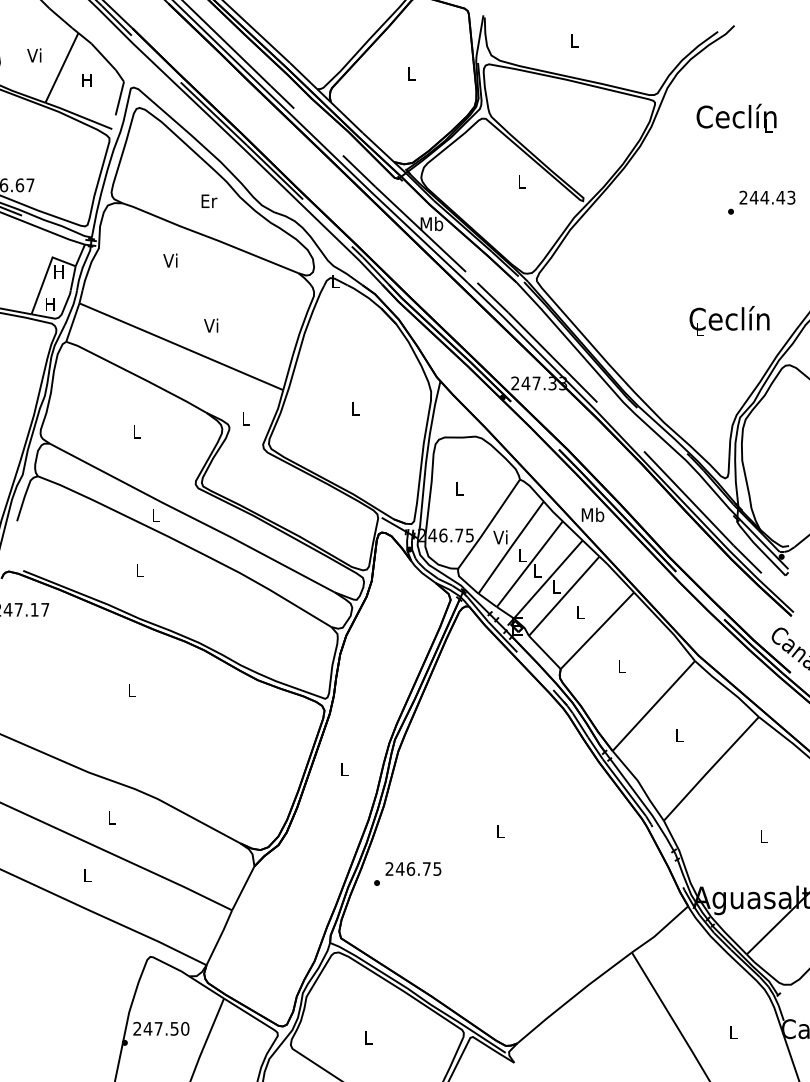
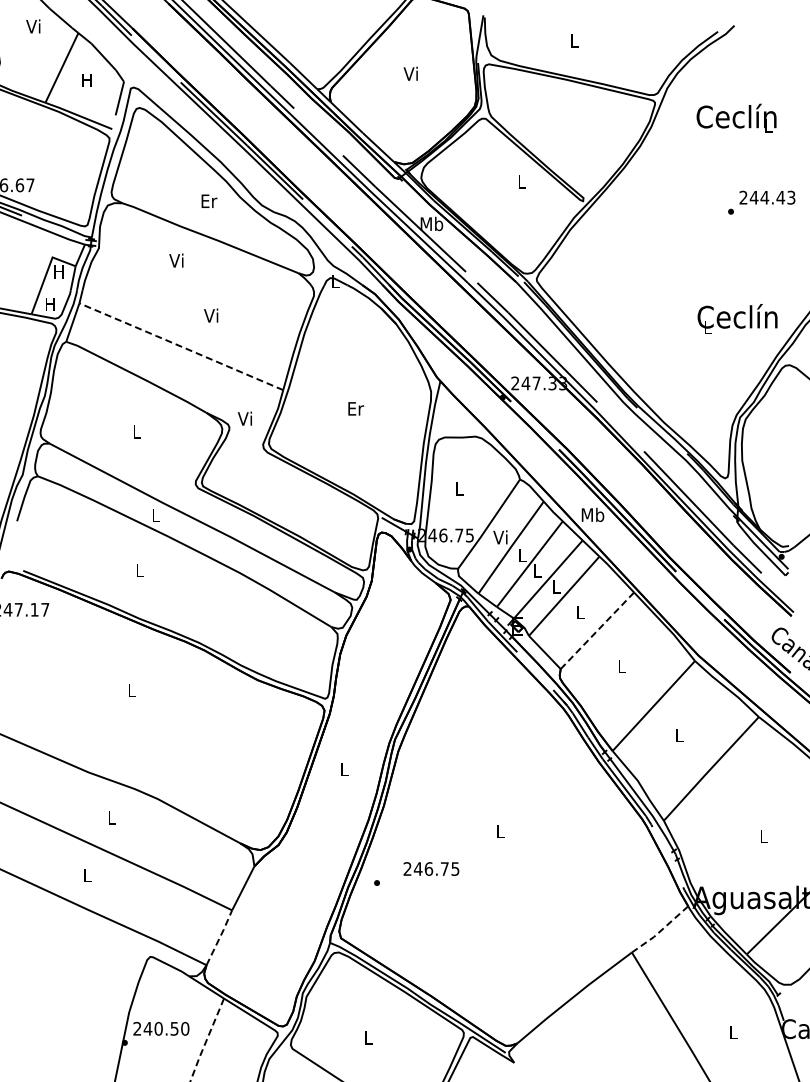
text at (34, 55) position: (34, 55) -> (33, 26)
text at (410, 73): L -> Vi
text at (170, 260) position: (170, 260) -> (176, 260)
text at (729, 320) position: (729, 320) -> (737, 318)
text at (211, 325) position: (211, 325) -> (211, 315)
line at (180, 346): solid -> dashed
text at (356, 408): L -> Er
text at (244, 418): L -> Vi
line at (597, 630): solid -> dashed
text at (413, 868) position: (413, 868) -> (431, 868)
line at (660, 931): solid -> dashed
line at (220, 936): solid -> dashed
text at (158, 1028): 247.50 -> 240.50
line at (206, 1040): solid -> dashed
